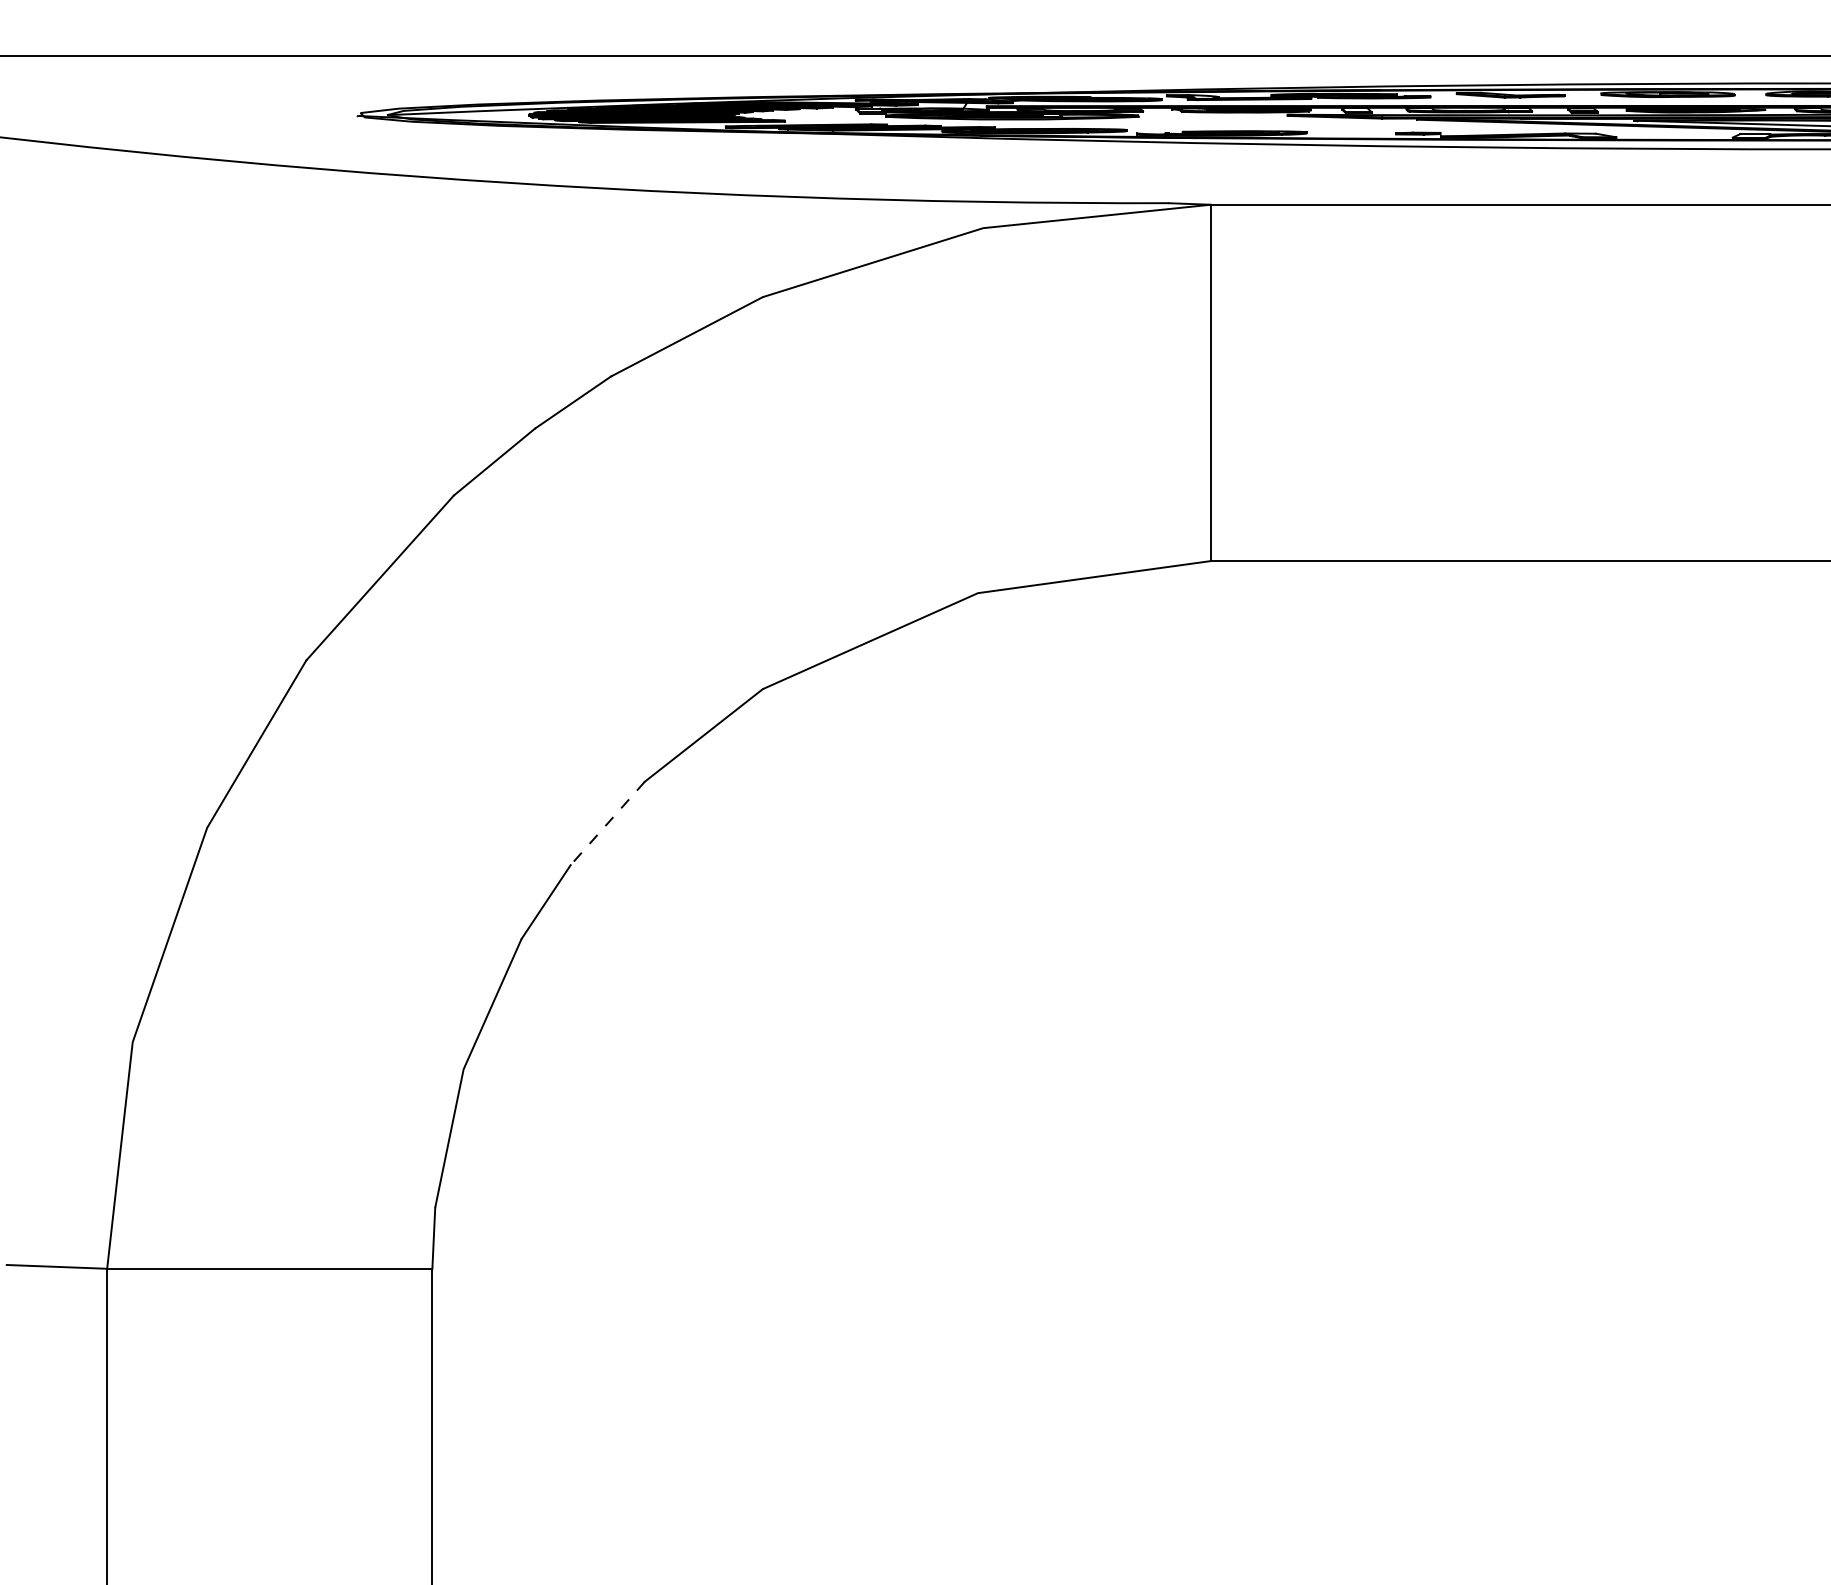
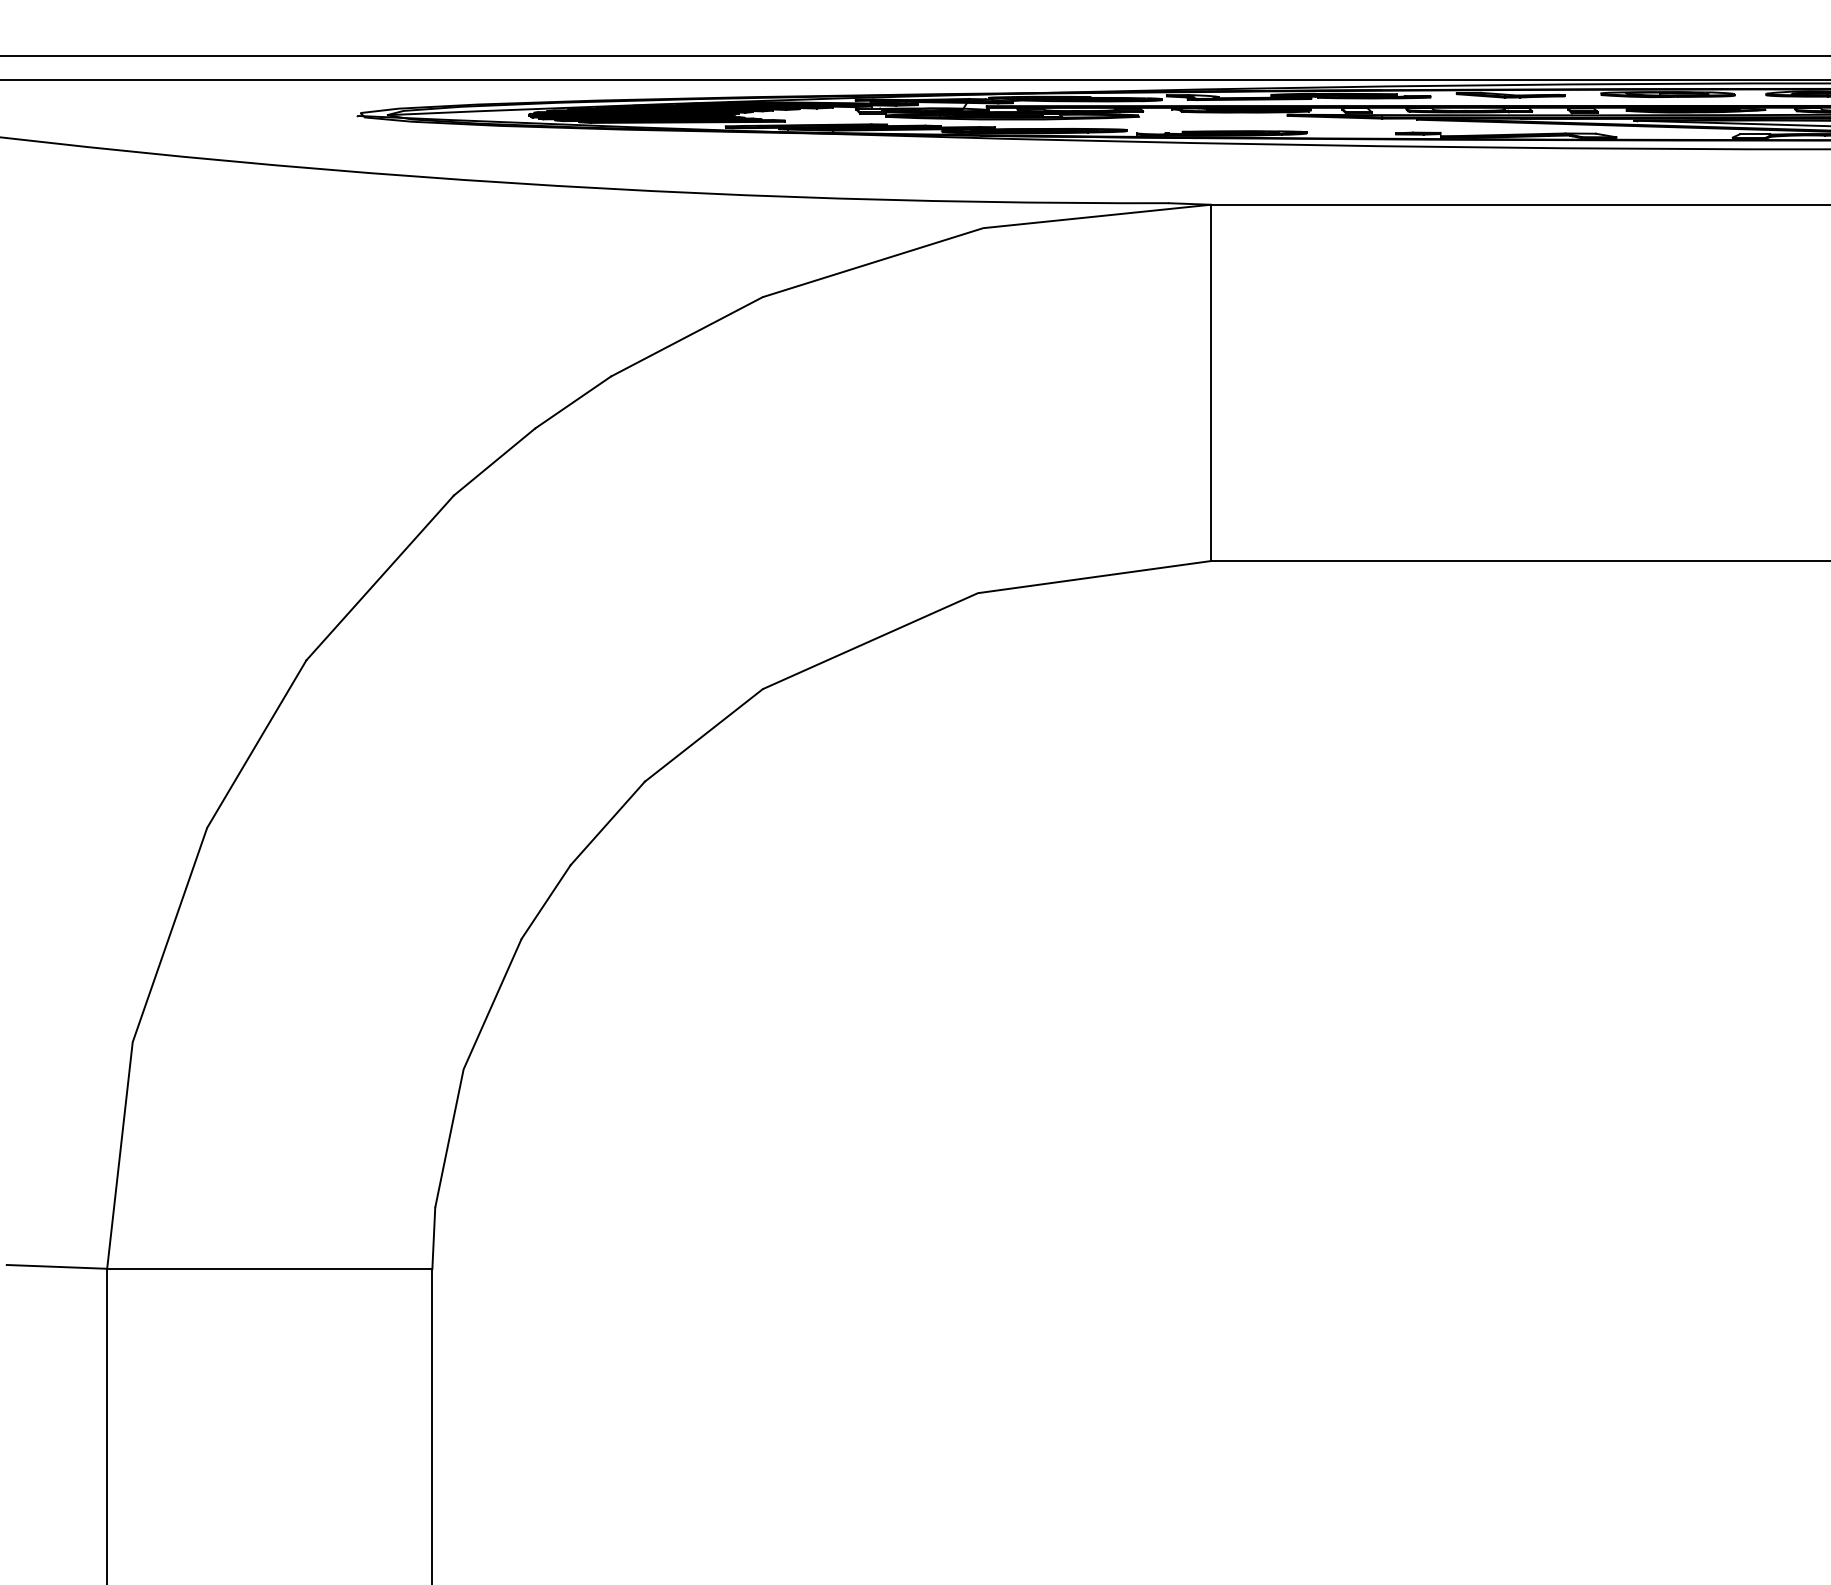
line at (914, 80): none -> present
line at (607, 823): dashed -> solid
